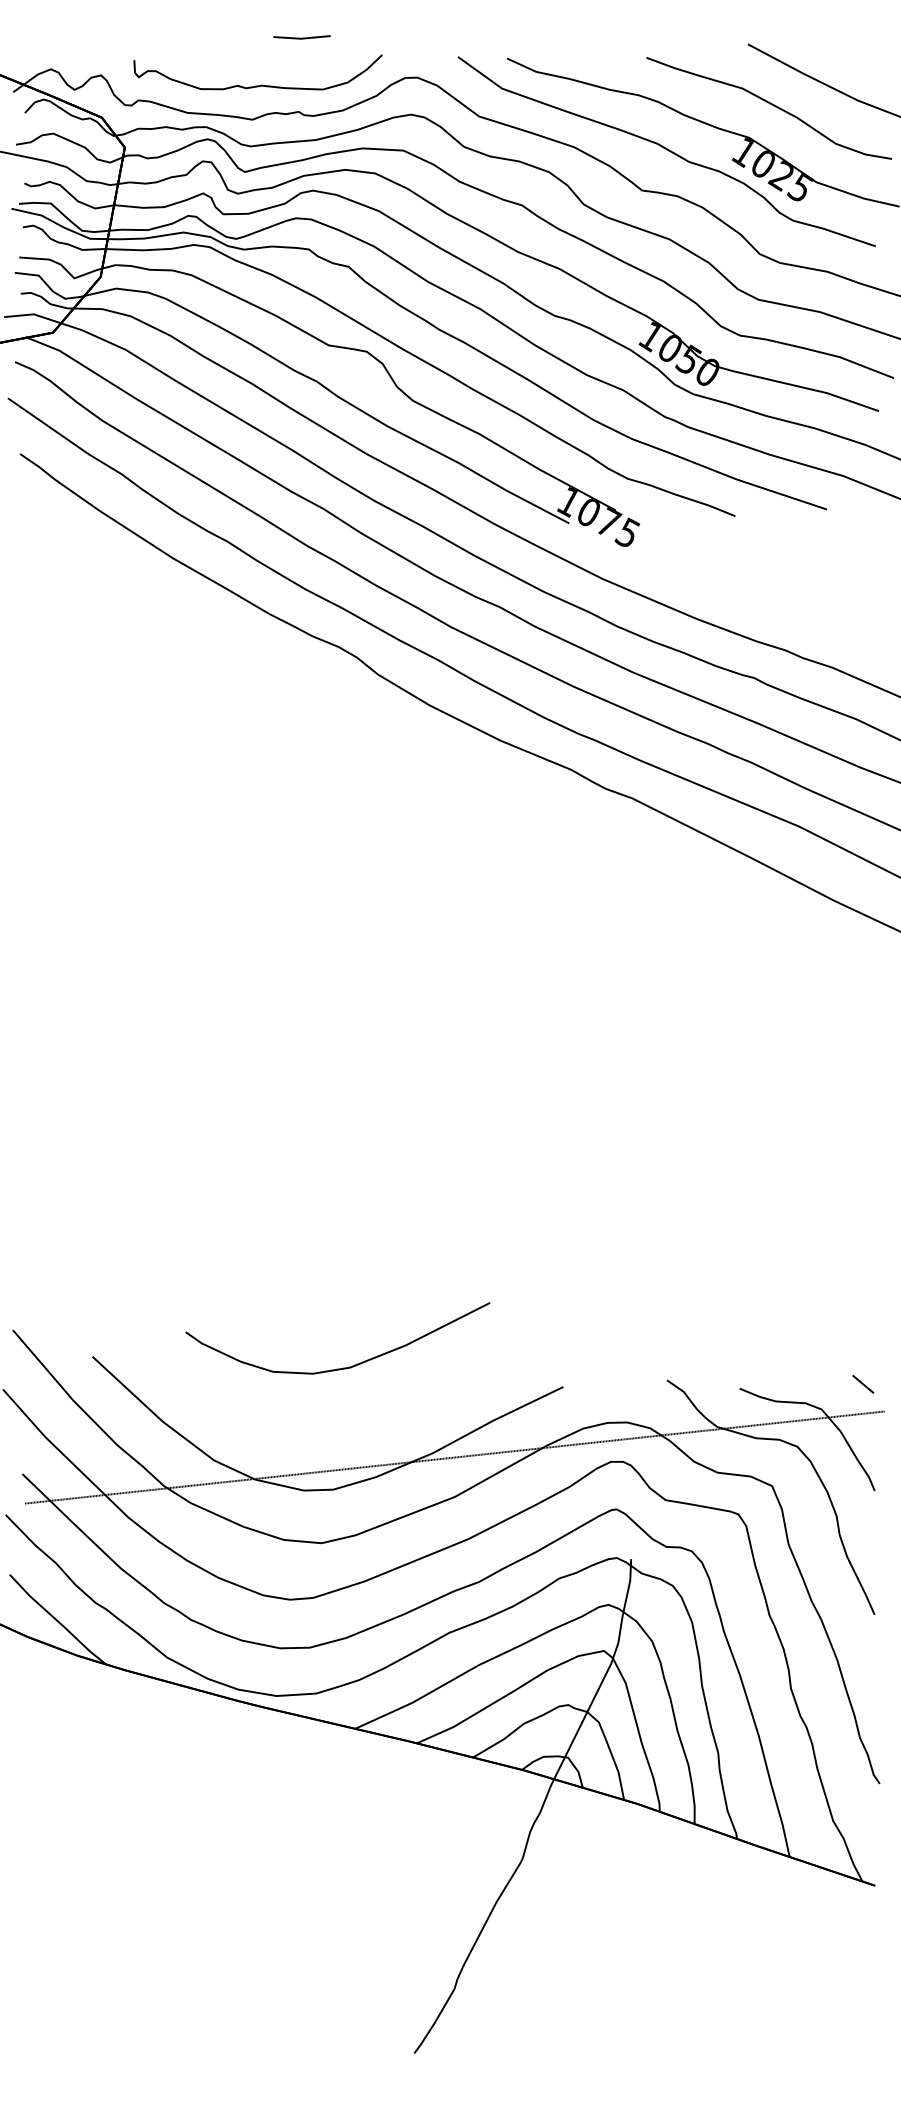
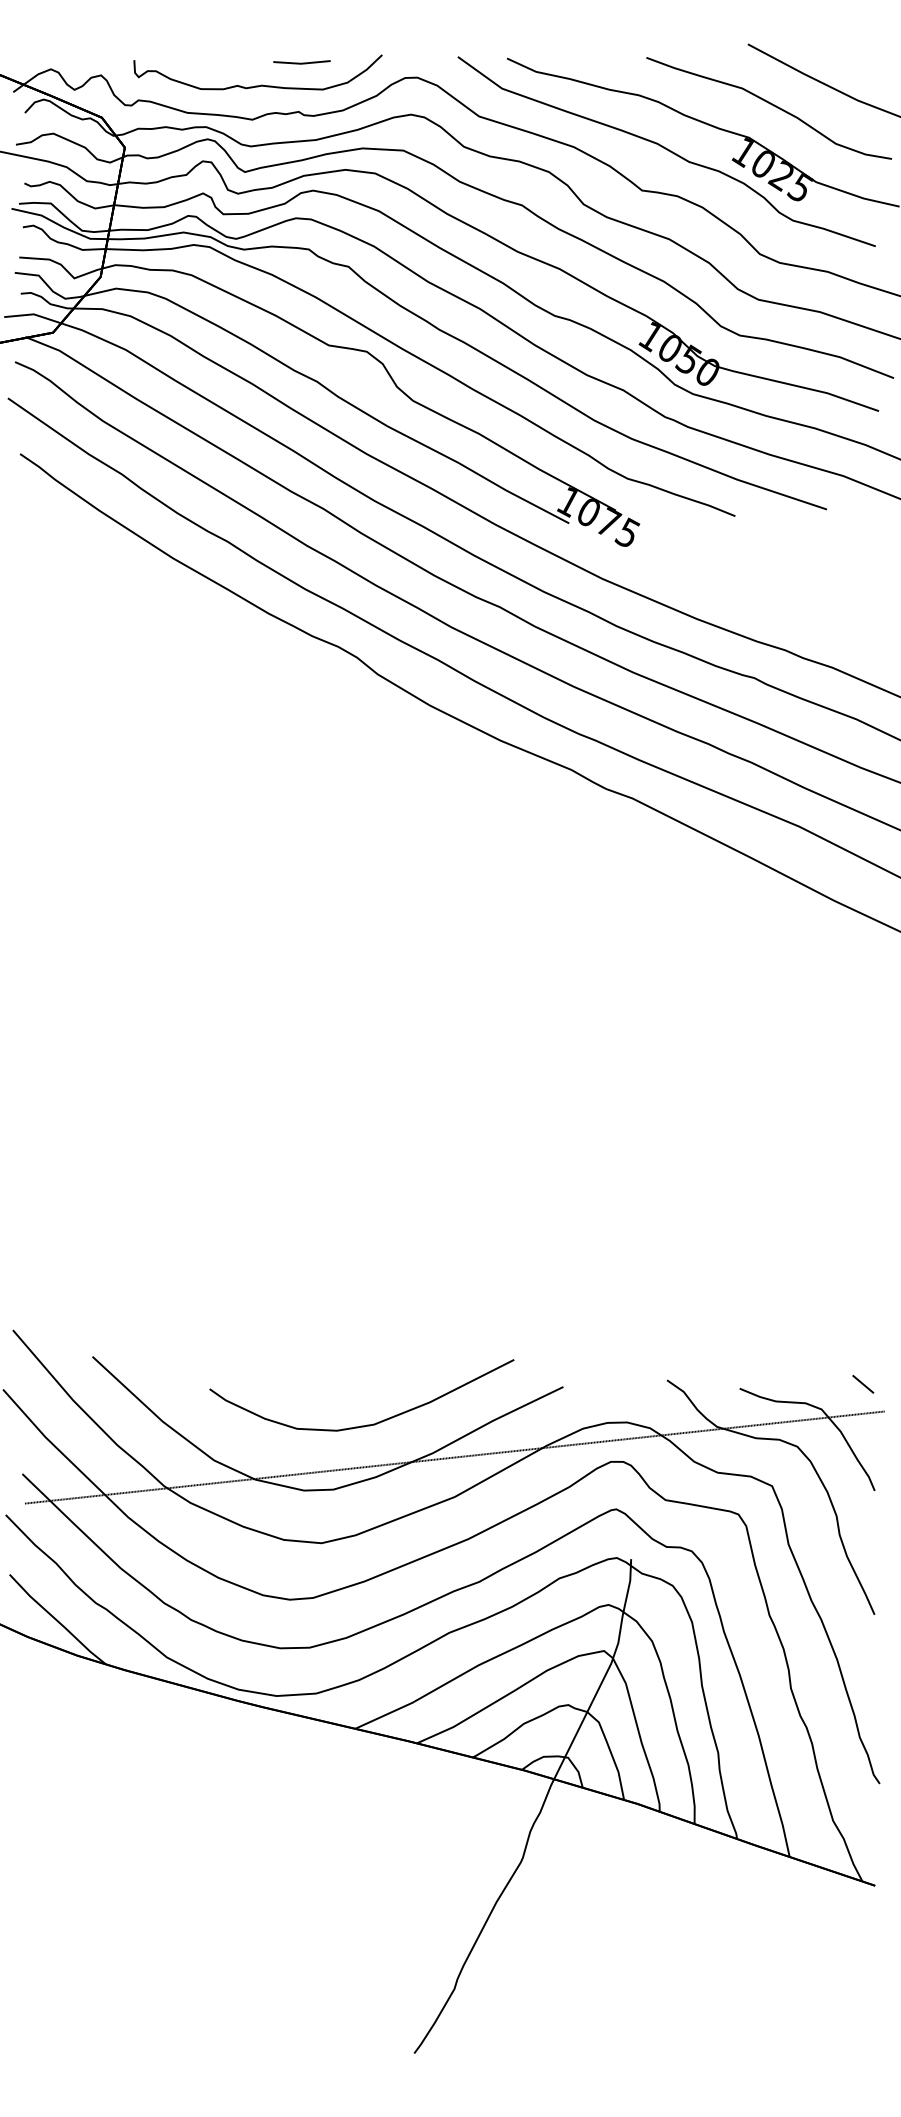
line at (301, 37) position: (301, 37) -> (301, 62)
curve at (343, 1367) position: (343, 1367) -> (367, 1424)
